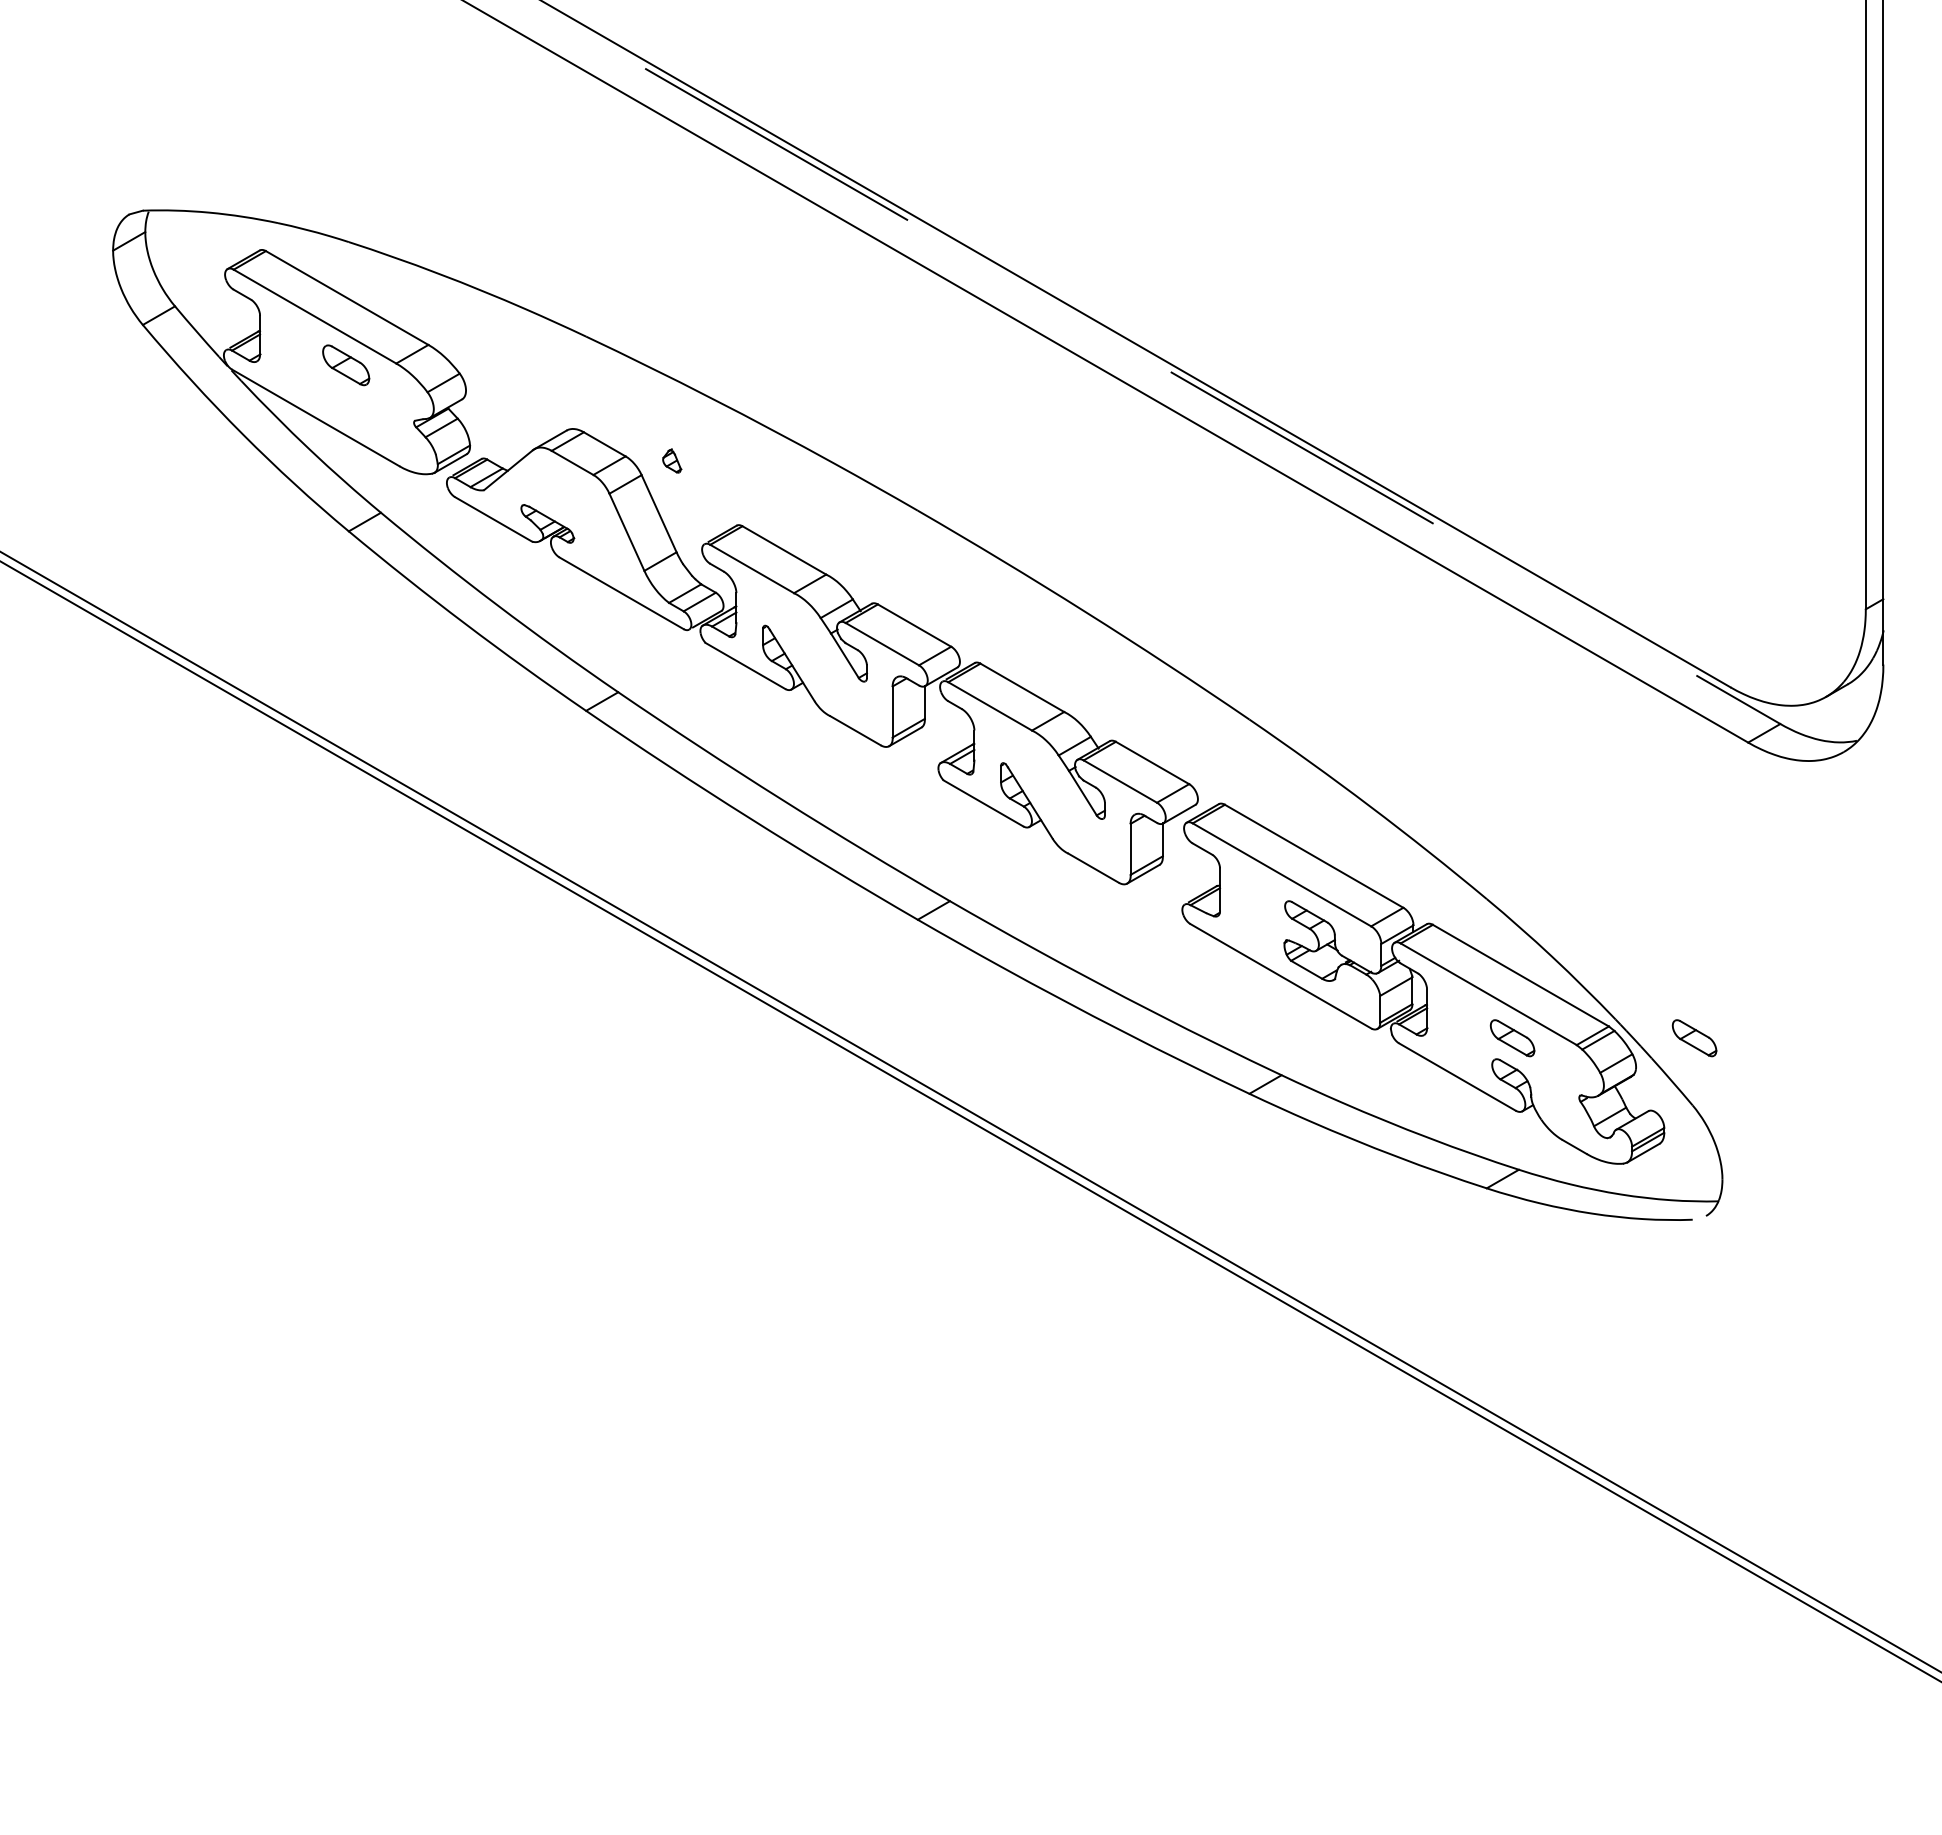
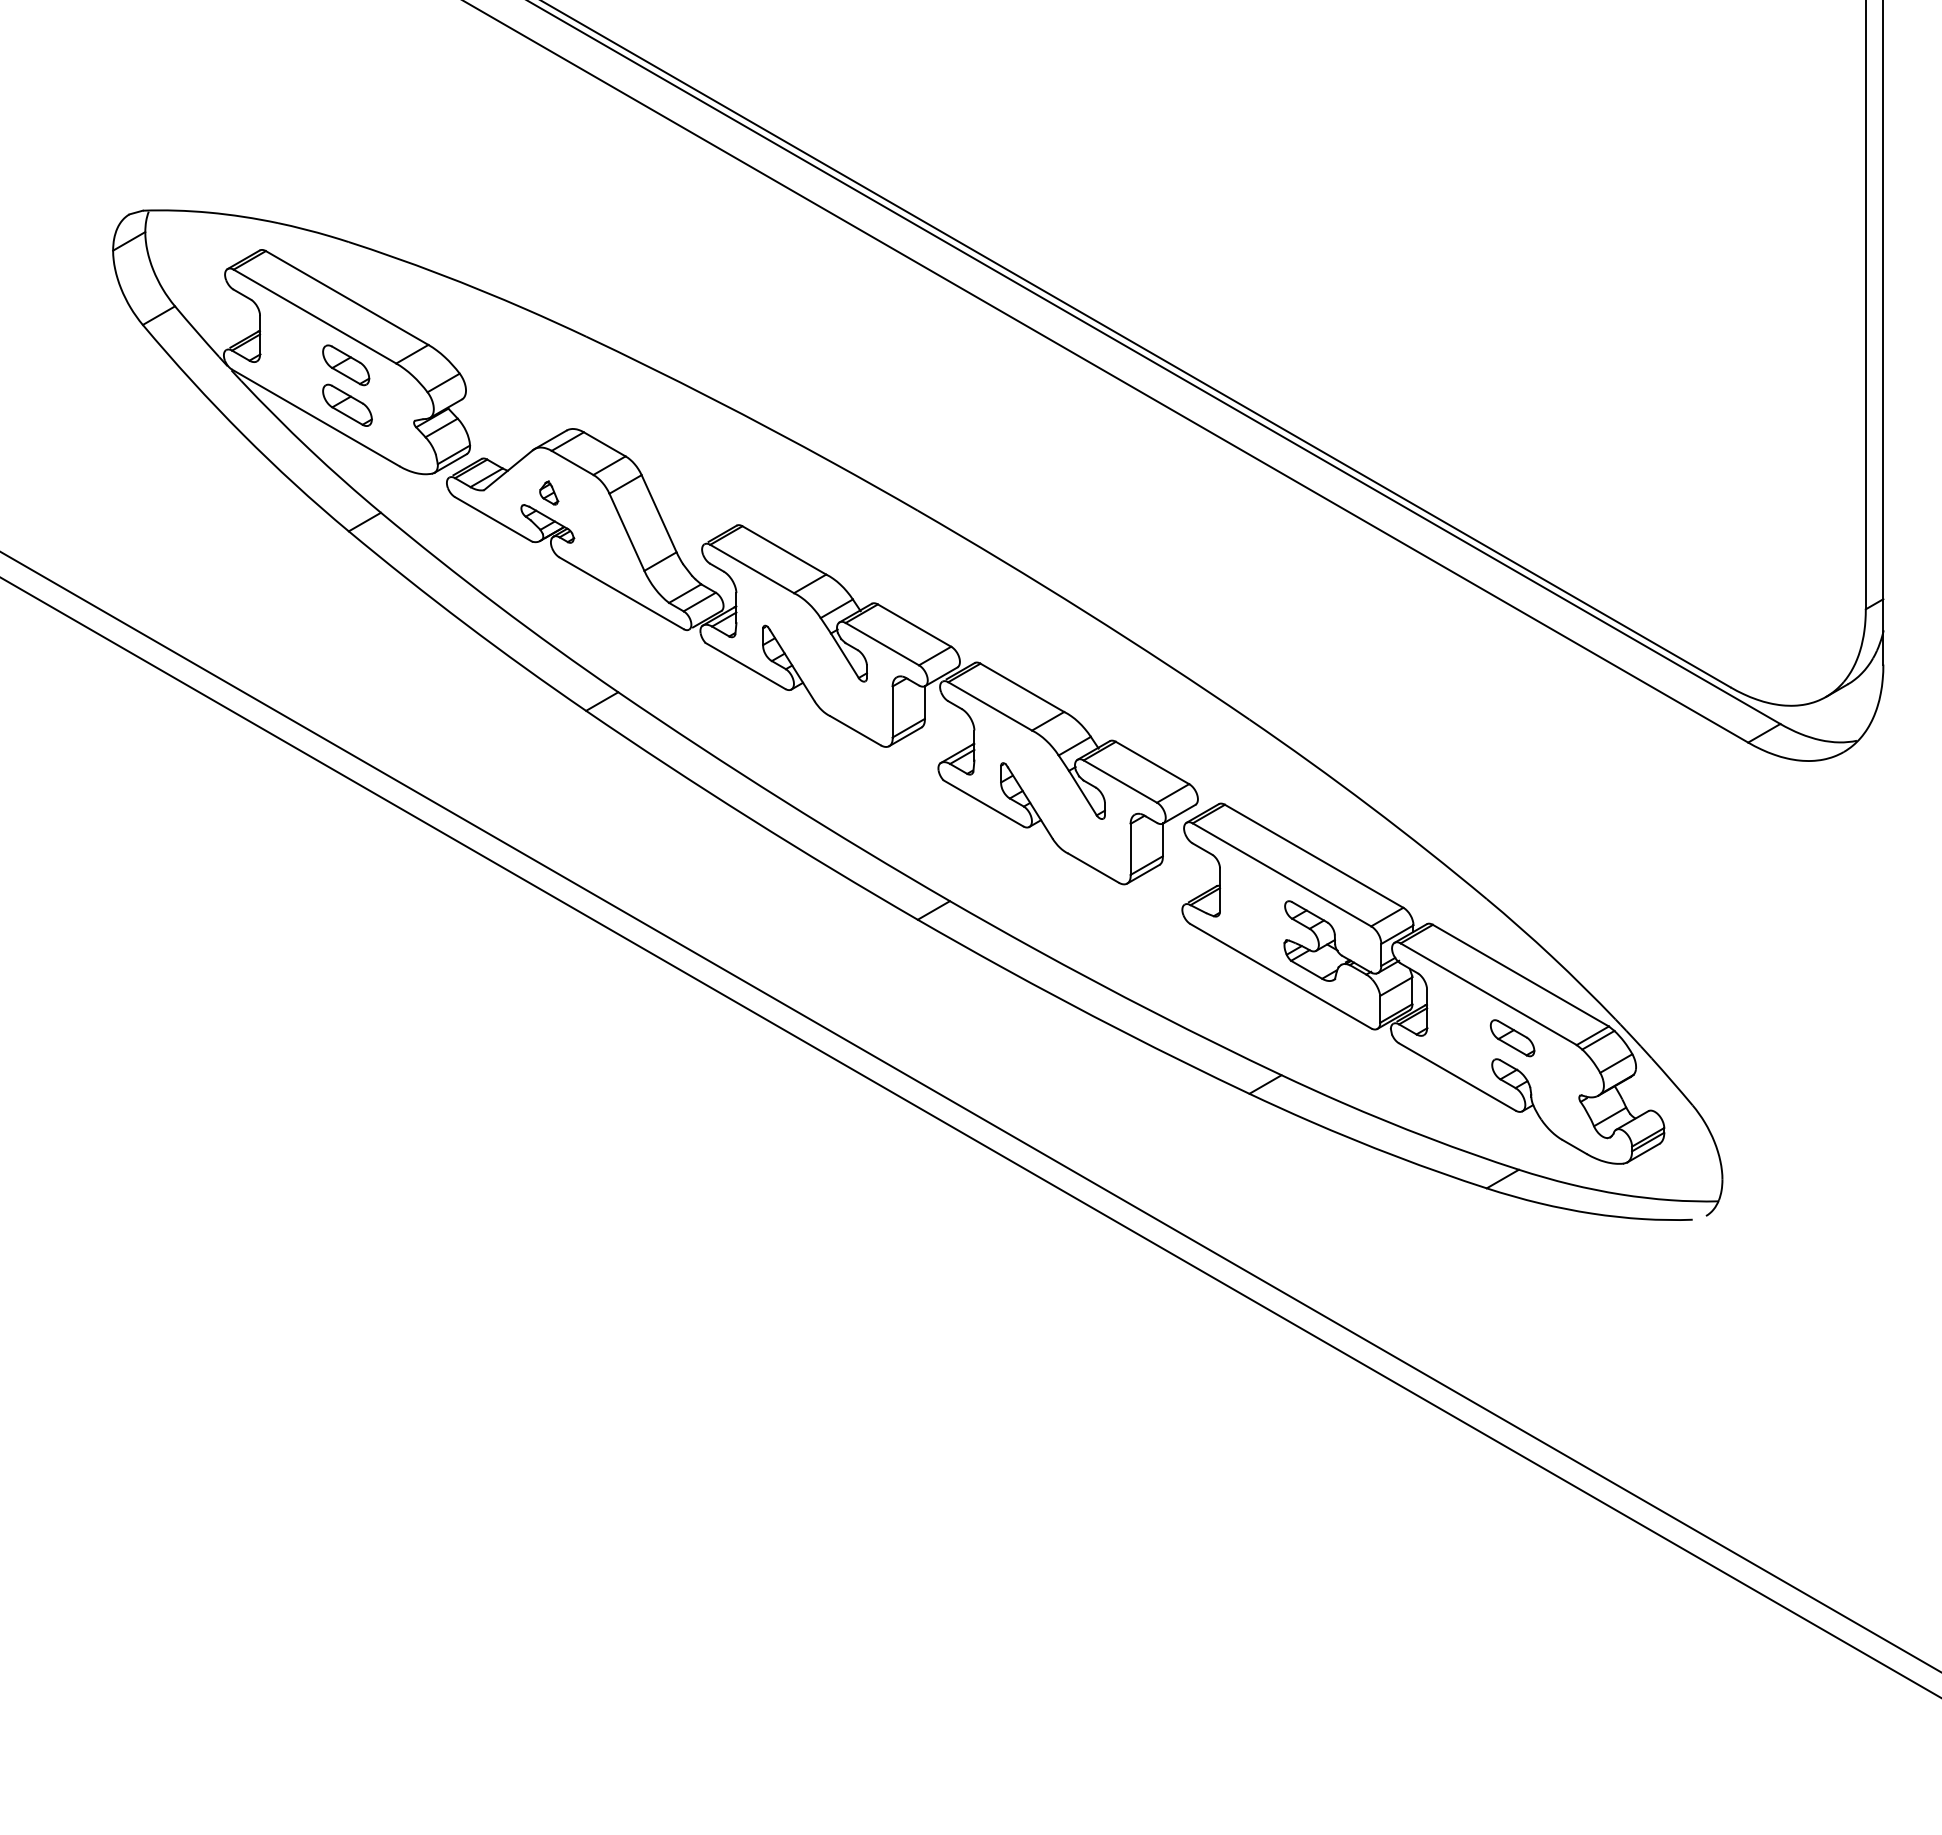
line at (1153, 362): dashed -> solid
part at (347, 404): none -> present
part at (672, 460) position: (672, 460) -> (549, 492)
part at (1694, 1038): present -> none
line at (970, 1121) position: (970, 1121) -> (970, 1137)
